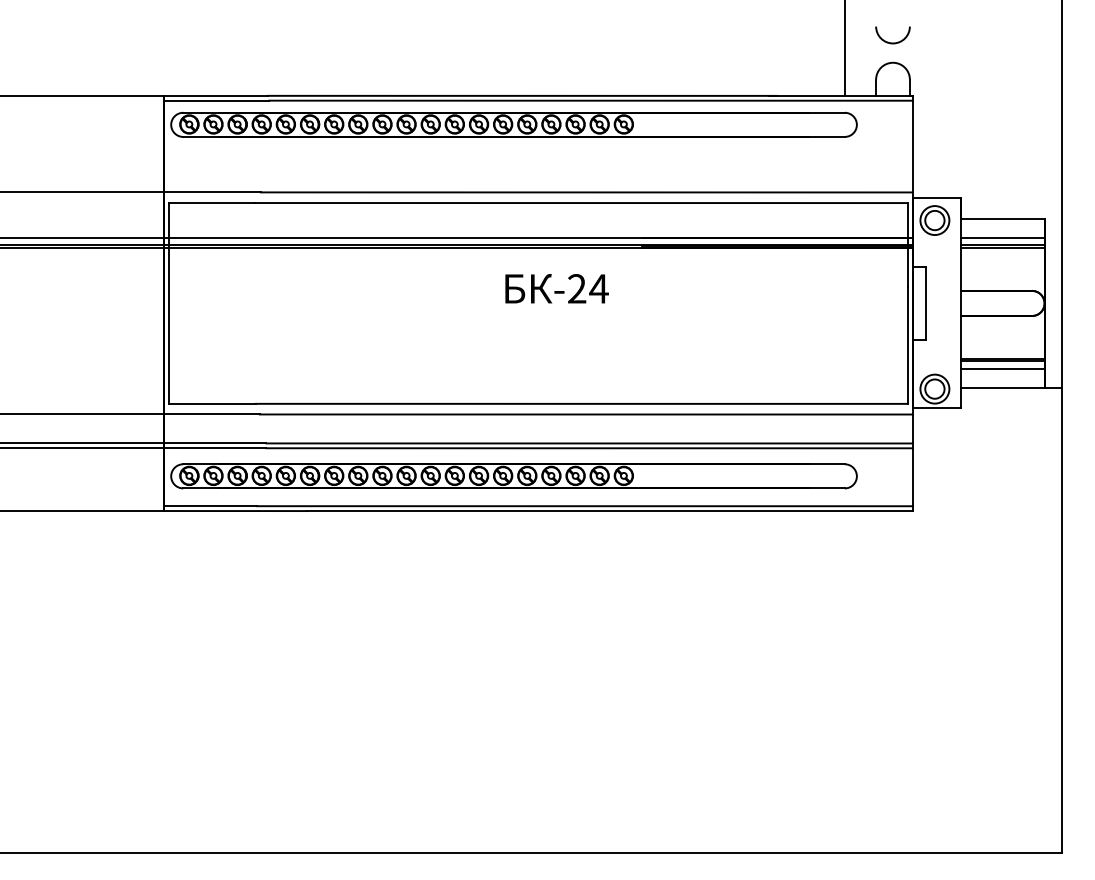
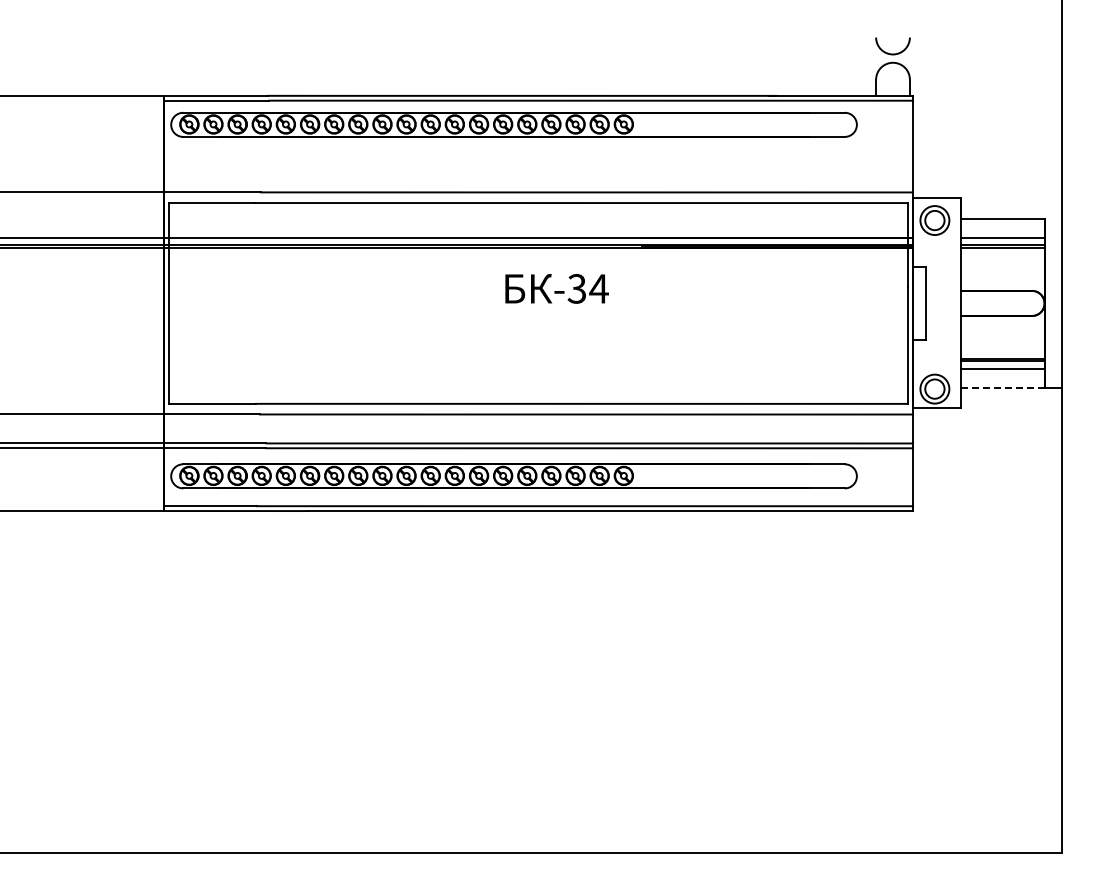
arc at (892, 42) position: (892, 42) -> (892, 53)
line at (844, 48): present -> none
text at (576, 288): -24 -> -34
line at (1002, 387): solid -> dashed
